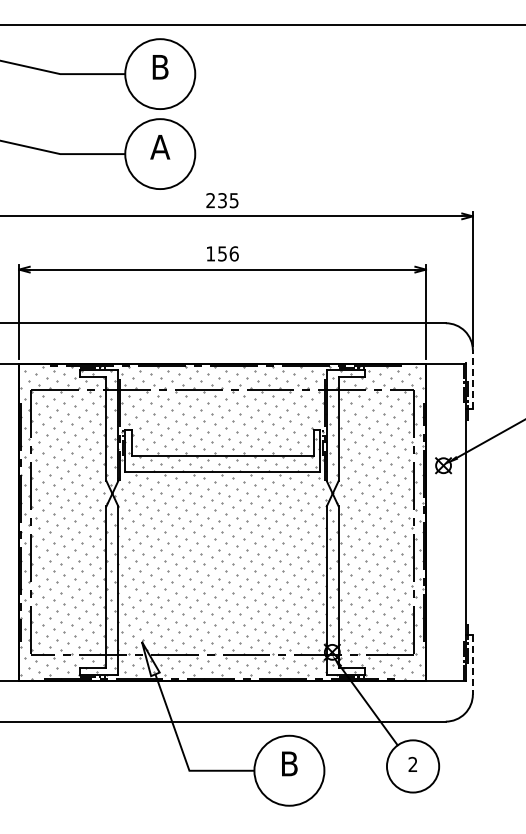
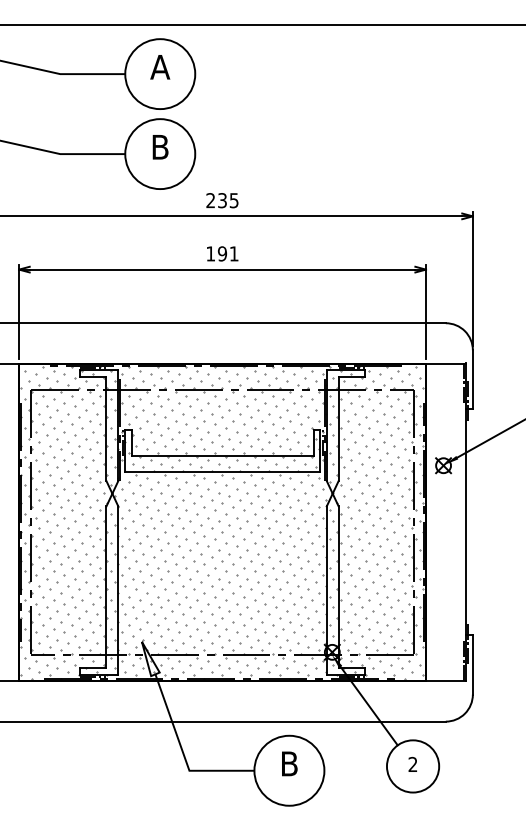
text at (160, 67): B -> A
text at (160, 147): A -> B
text at (227, 253): 156 -> 191
line at (472, 379): dashed -> solid
line at (472, 664): dashed -> solid
